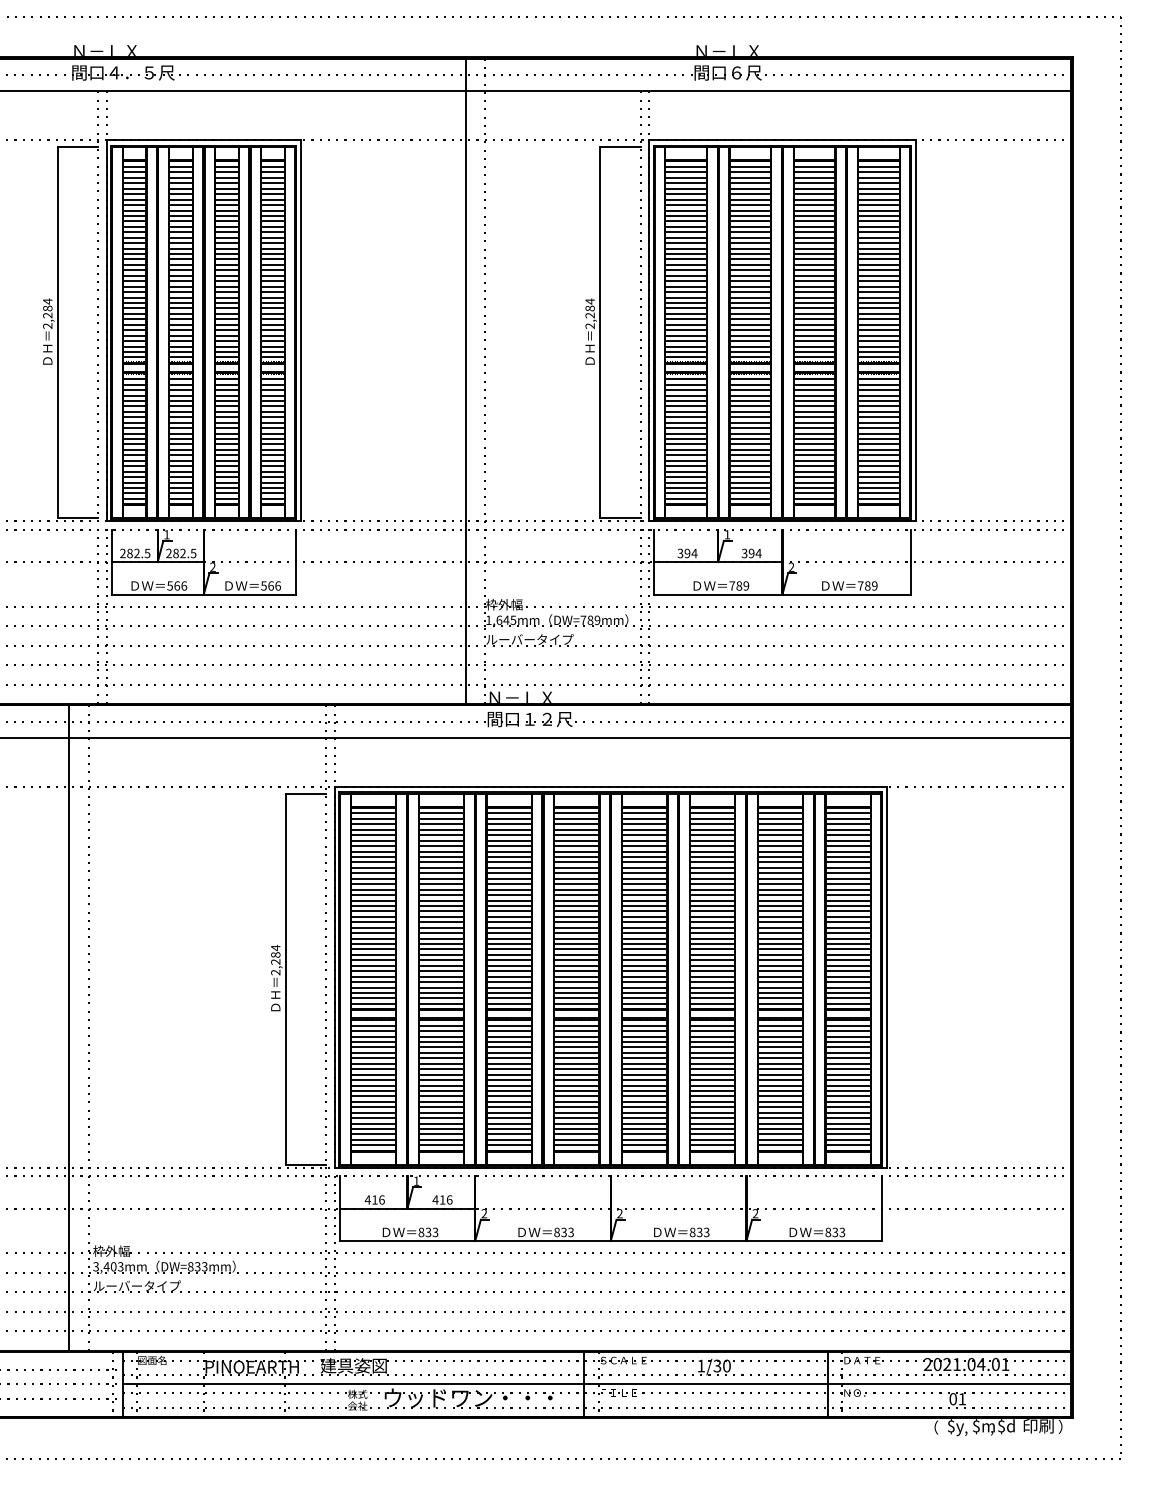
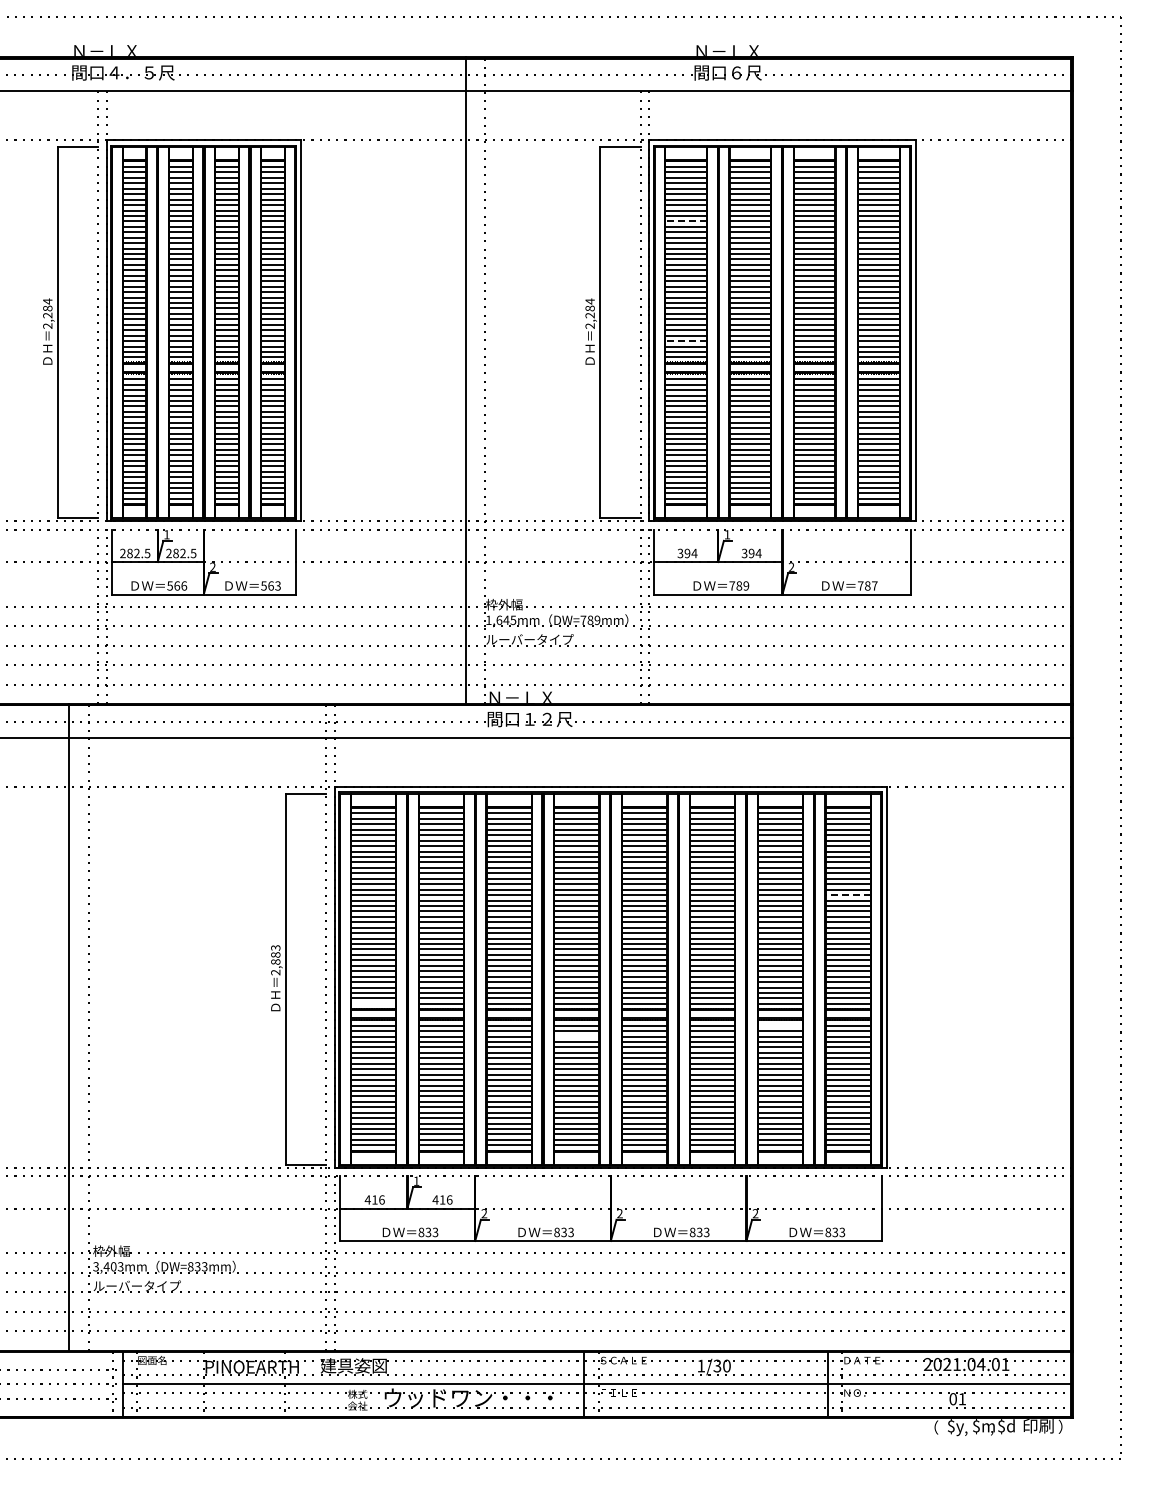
line at (686, 221): solid -> dashed
line at (686, 341): solid -> dashed
text at (277, 585): 566 -> 563
text at (874, 585): 789 -> 787
line at (848, 895): solid -> dashed
text at (275, 954): 2,284 -> 2,883
line at (373, 1003): present -> none
line at (779, 1025): present -> none
line at (576, 1036): present -> none
